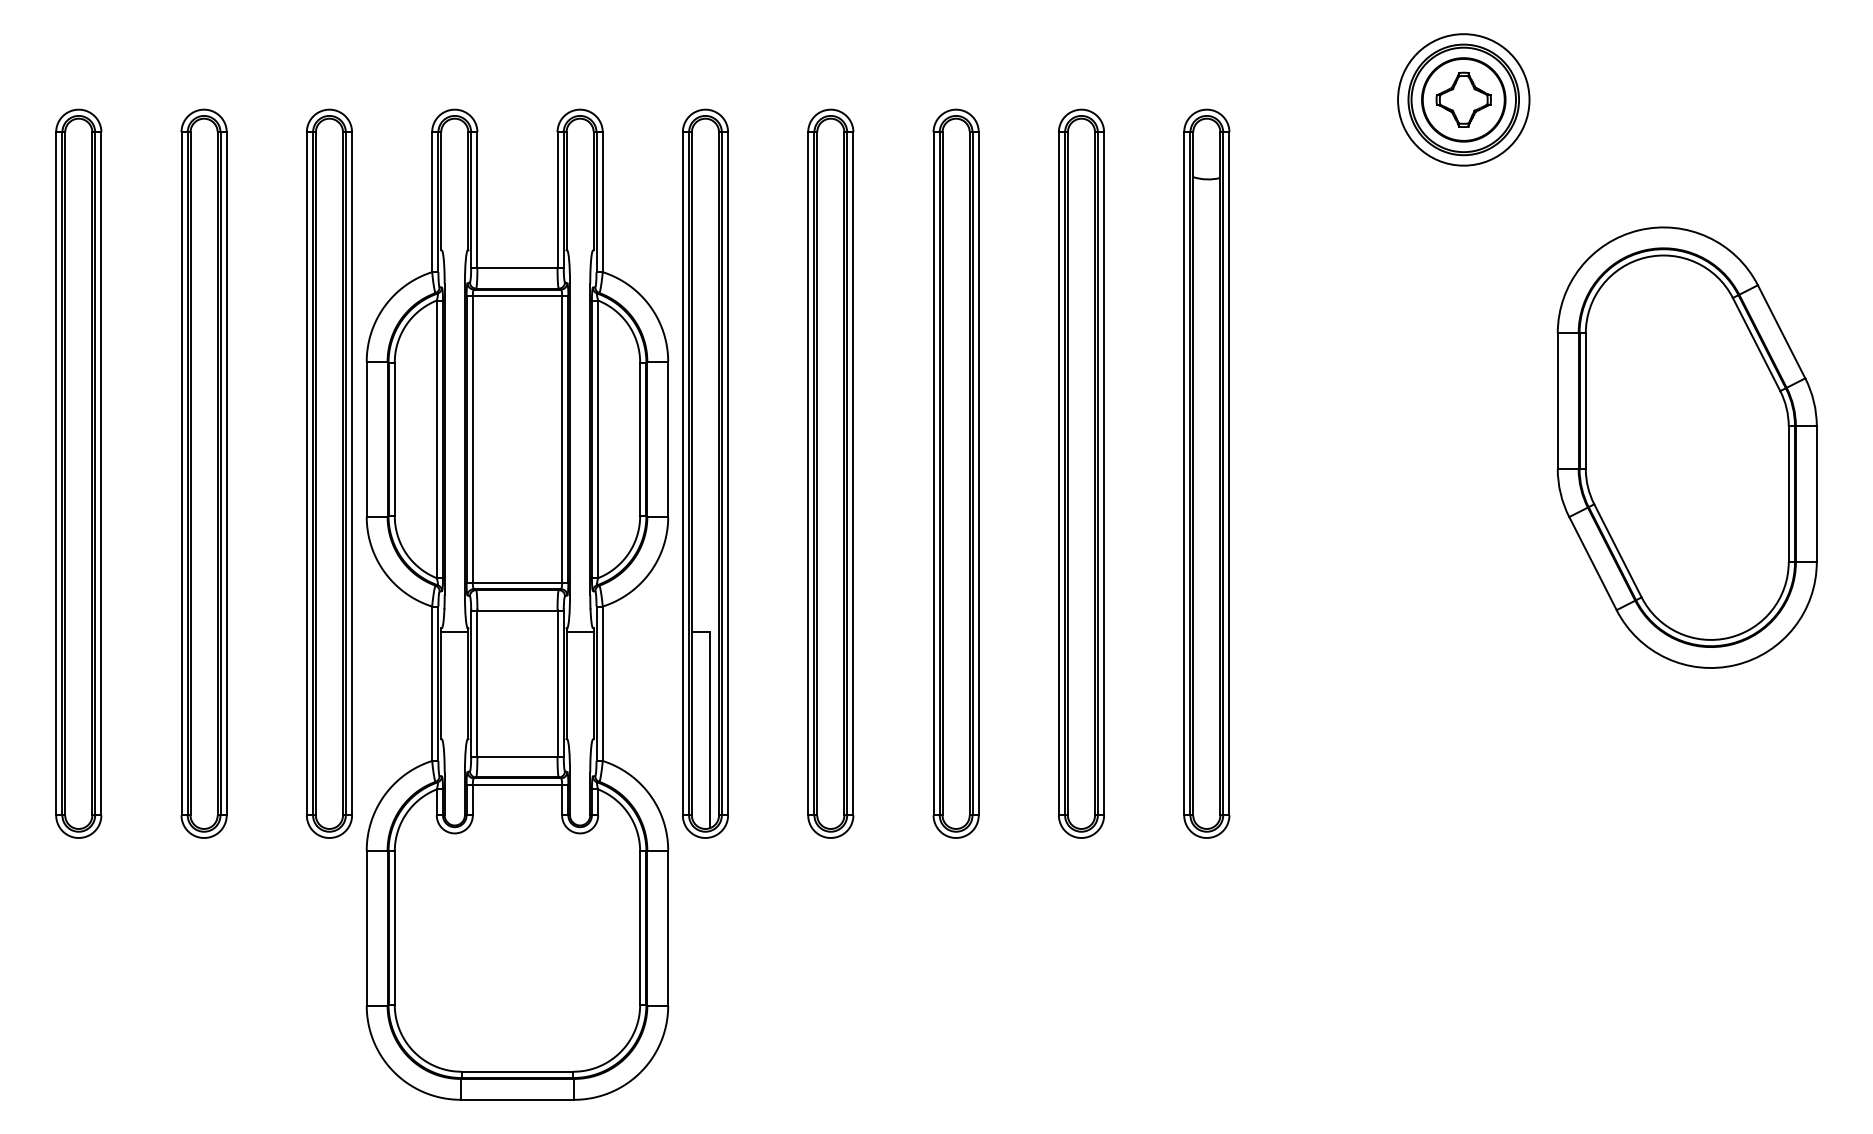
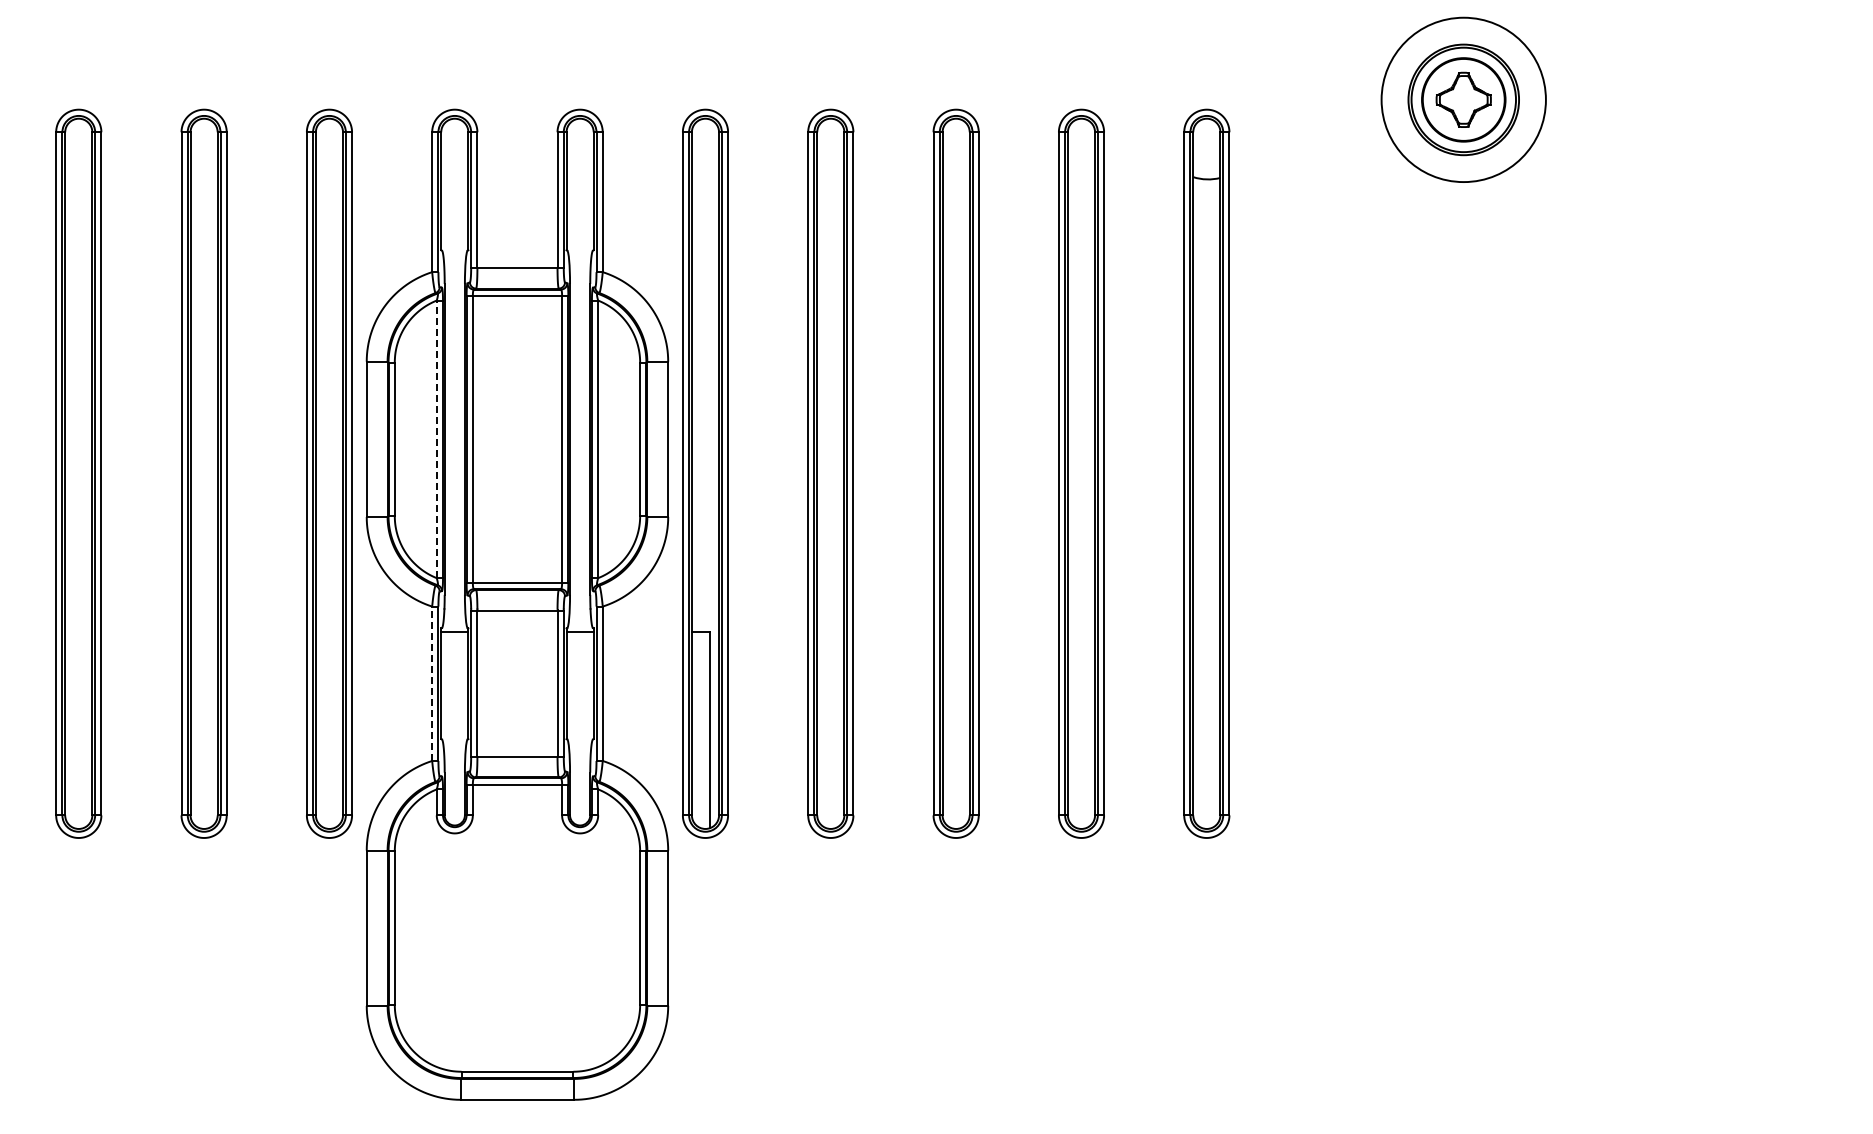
circle at (1463, 99) diameter: 131 px -> 164 px
line at (436, 439): solid -> dashed
part at (1686, 447): present -> none
line at (432, 683): solid -> dashed
